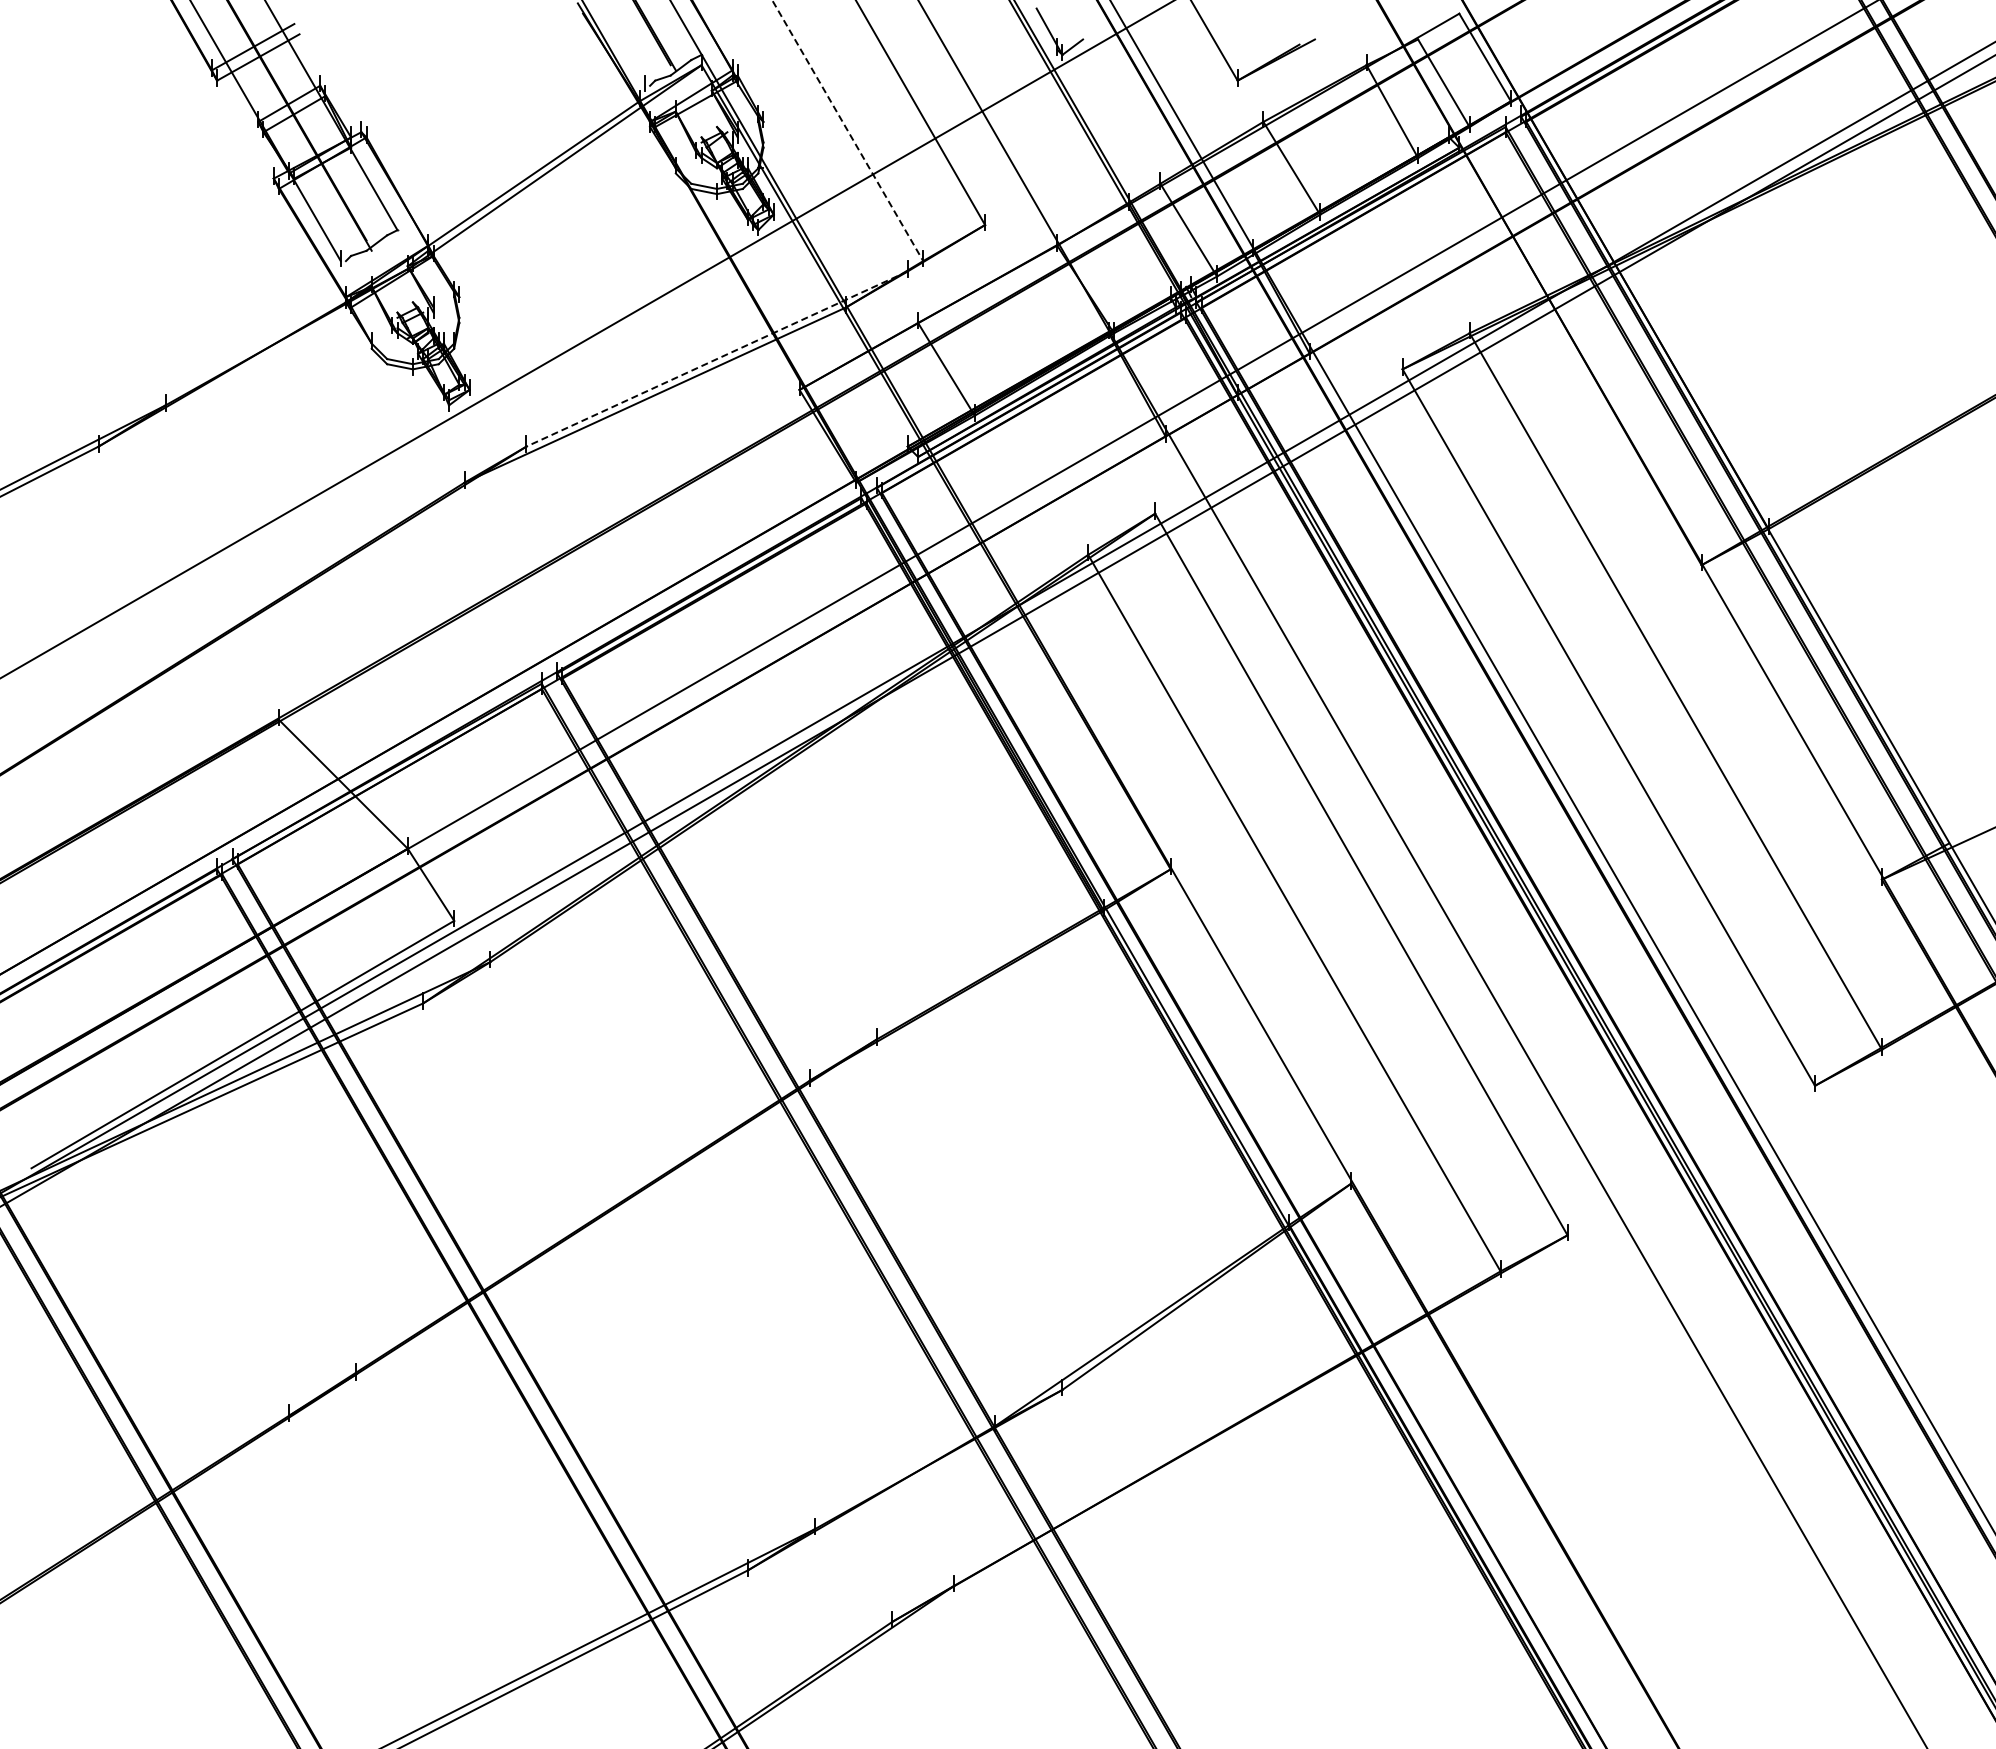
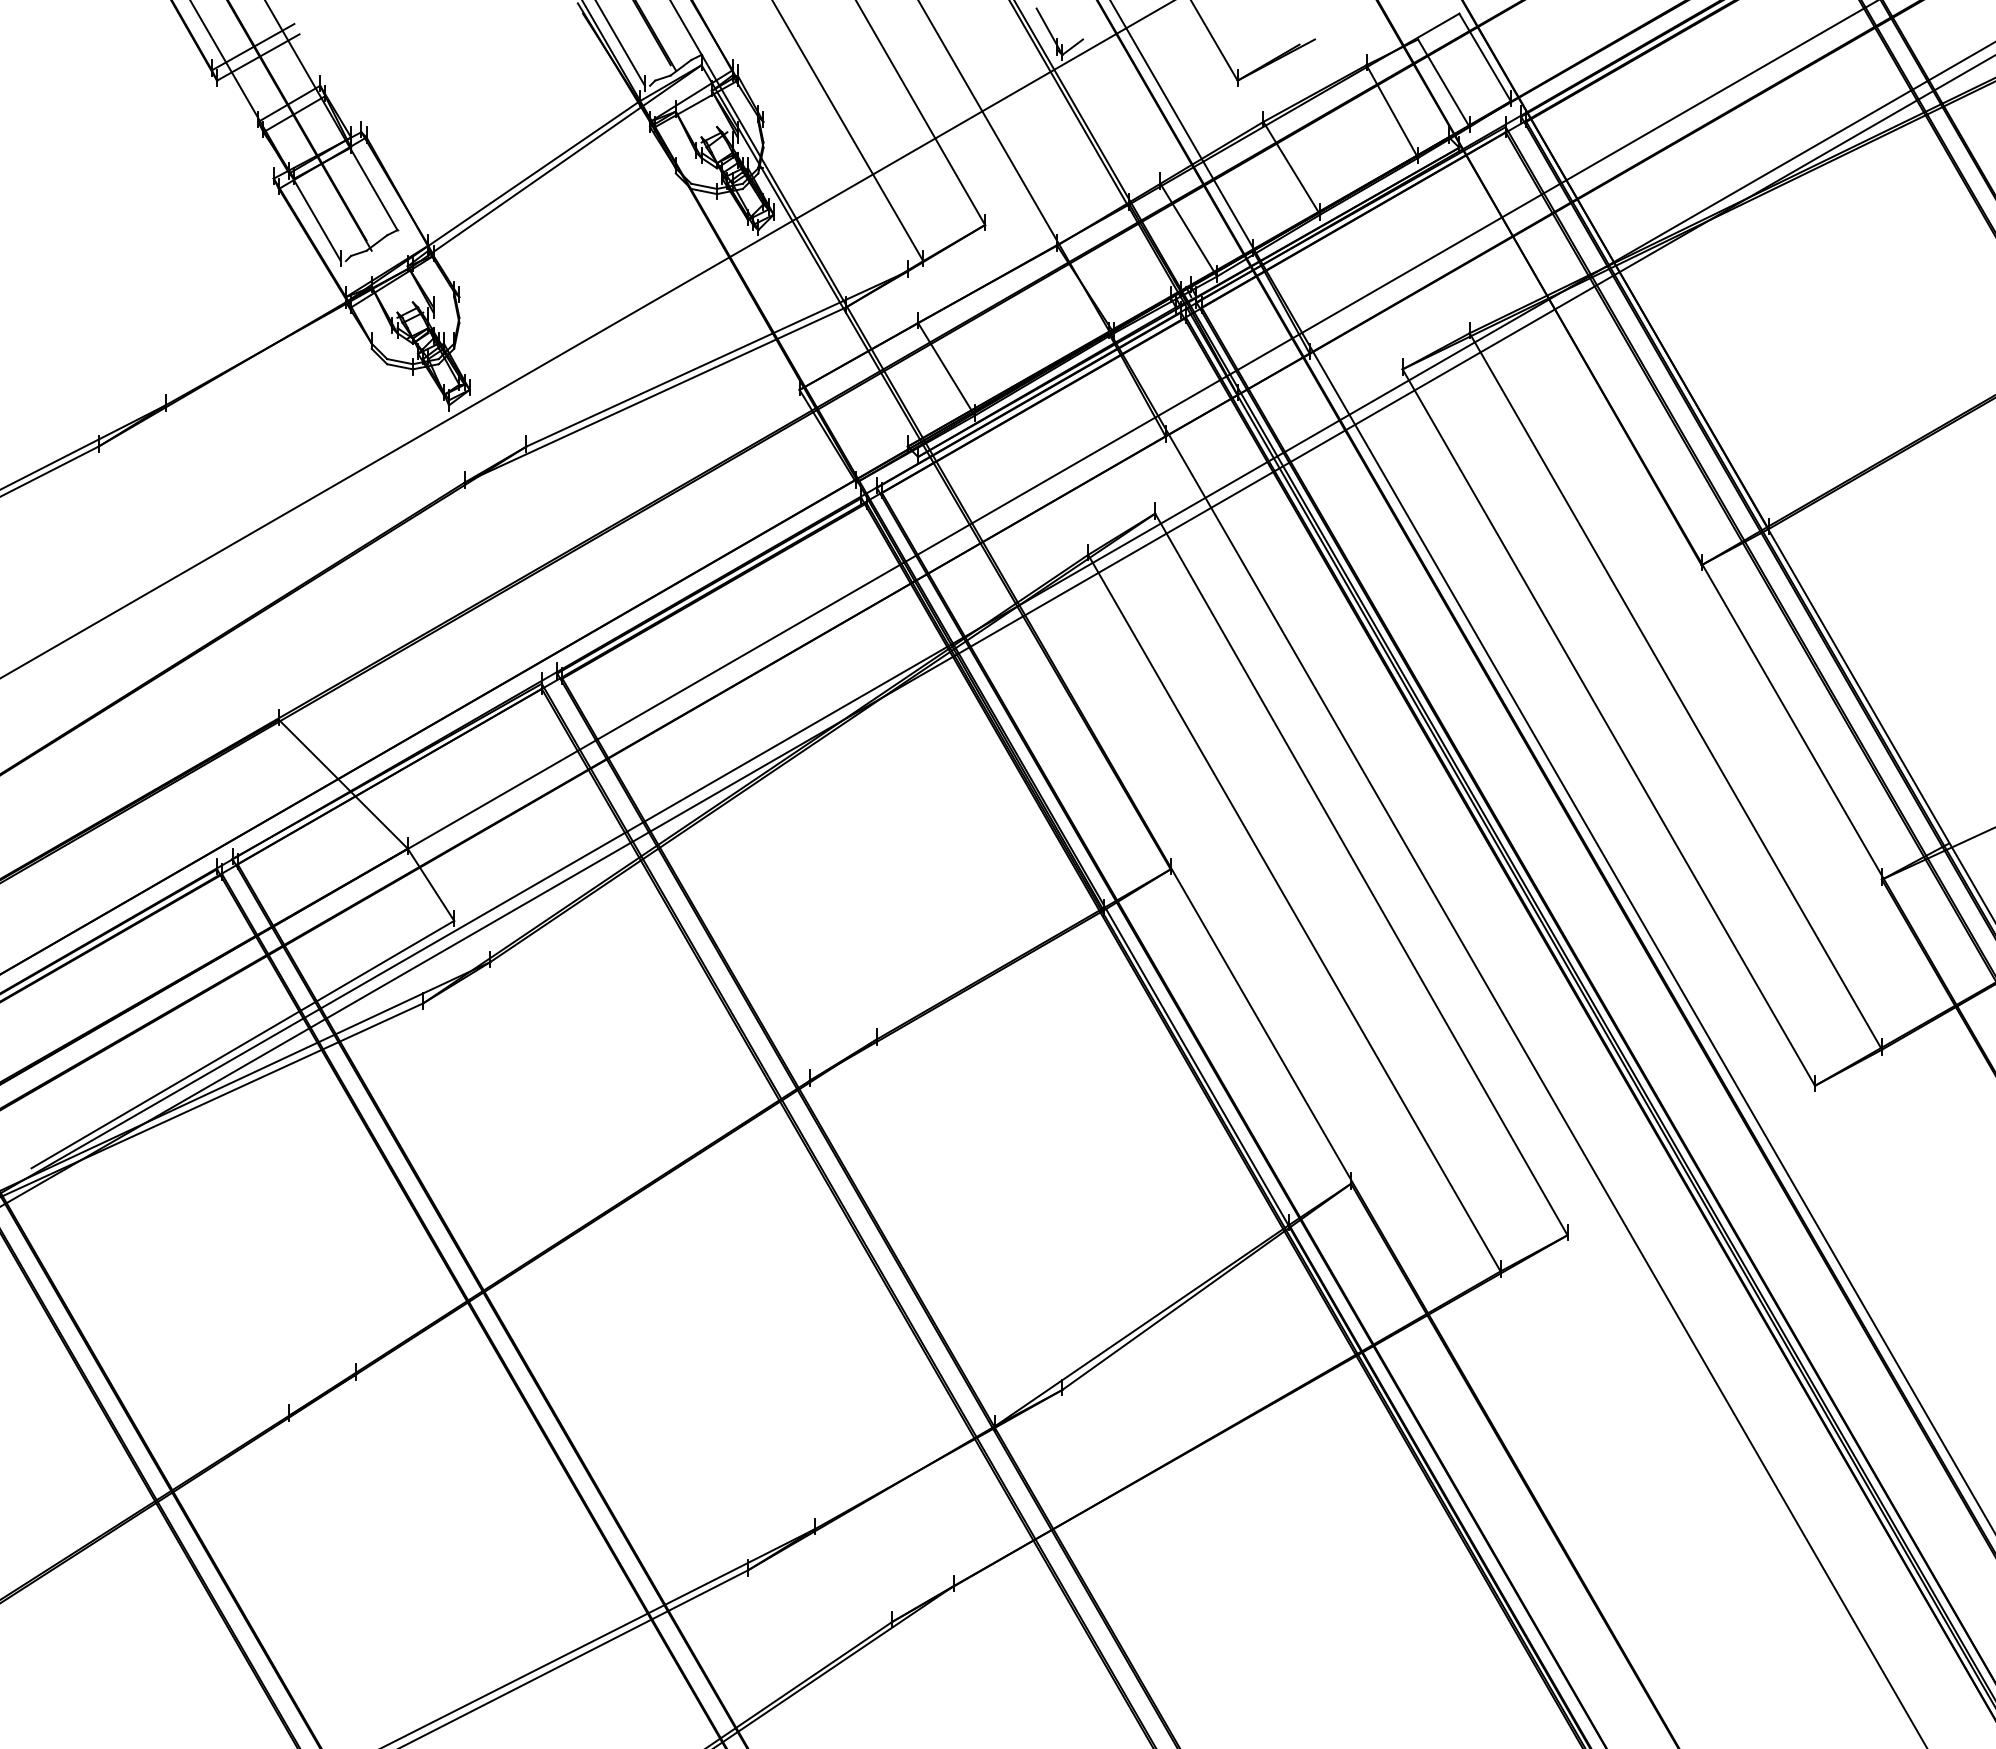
line at (620, 43): none -> present
line at (848, 131): dashed -> solid
line at (717, 359): dashed -> solid
